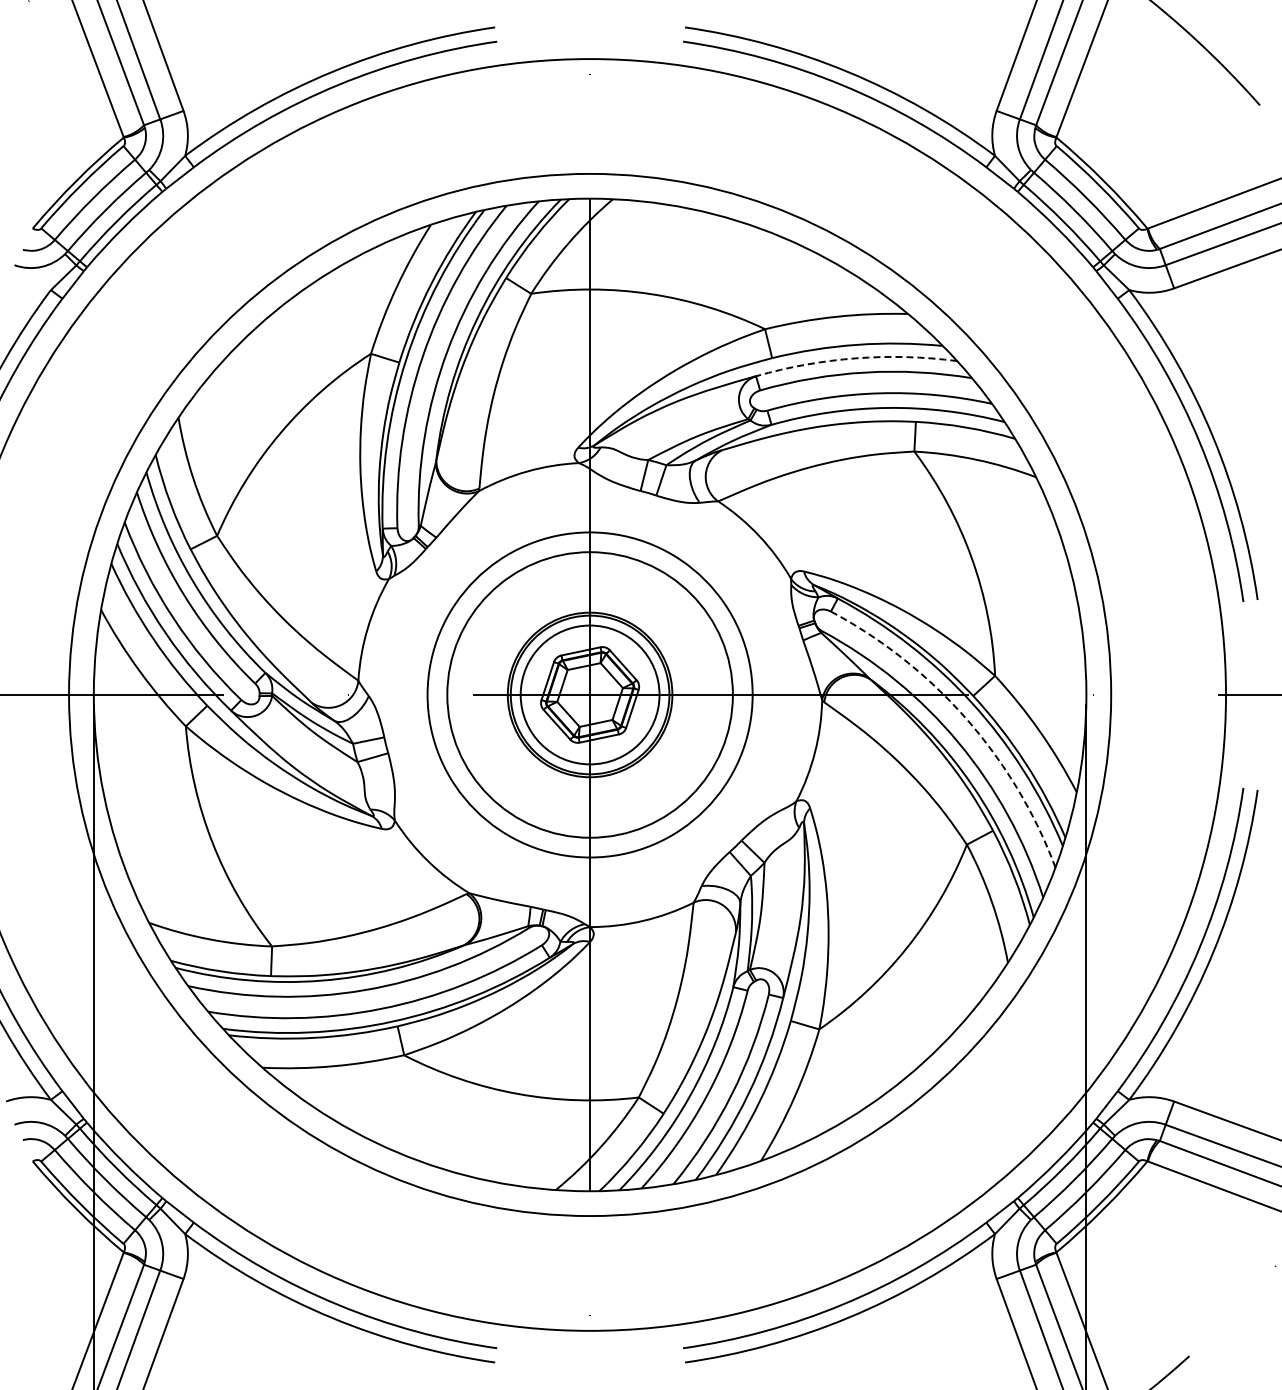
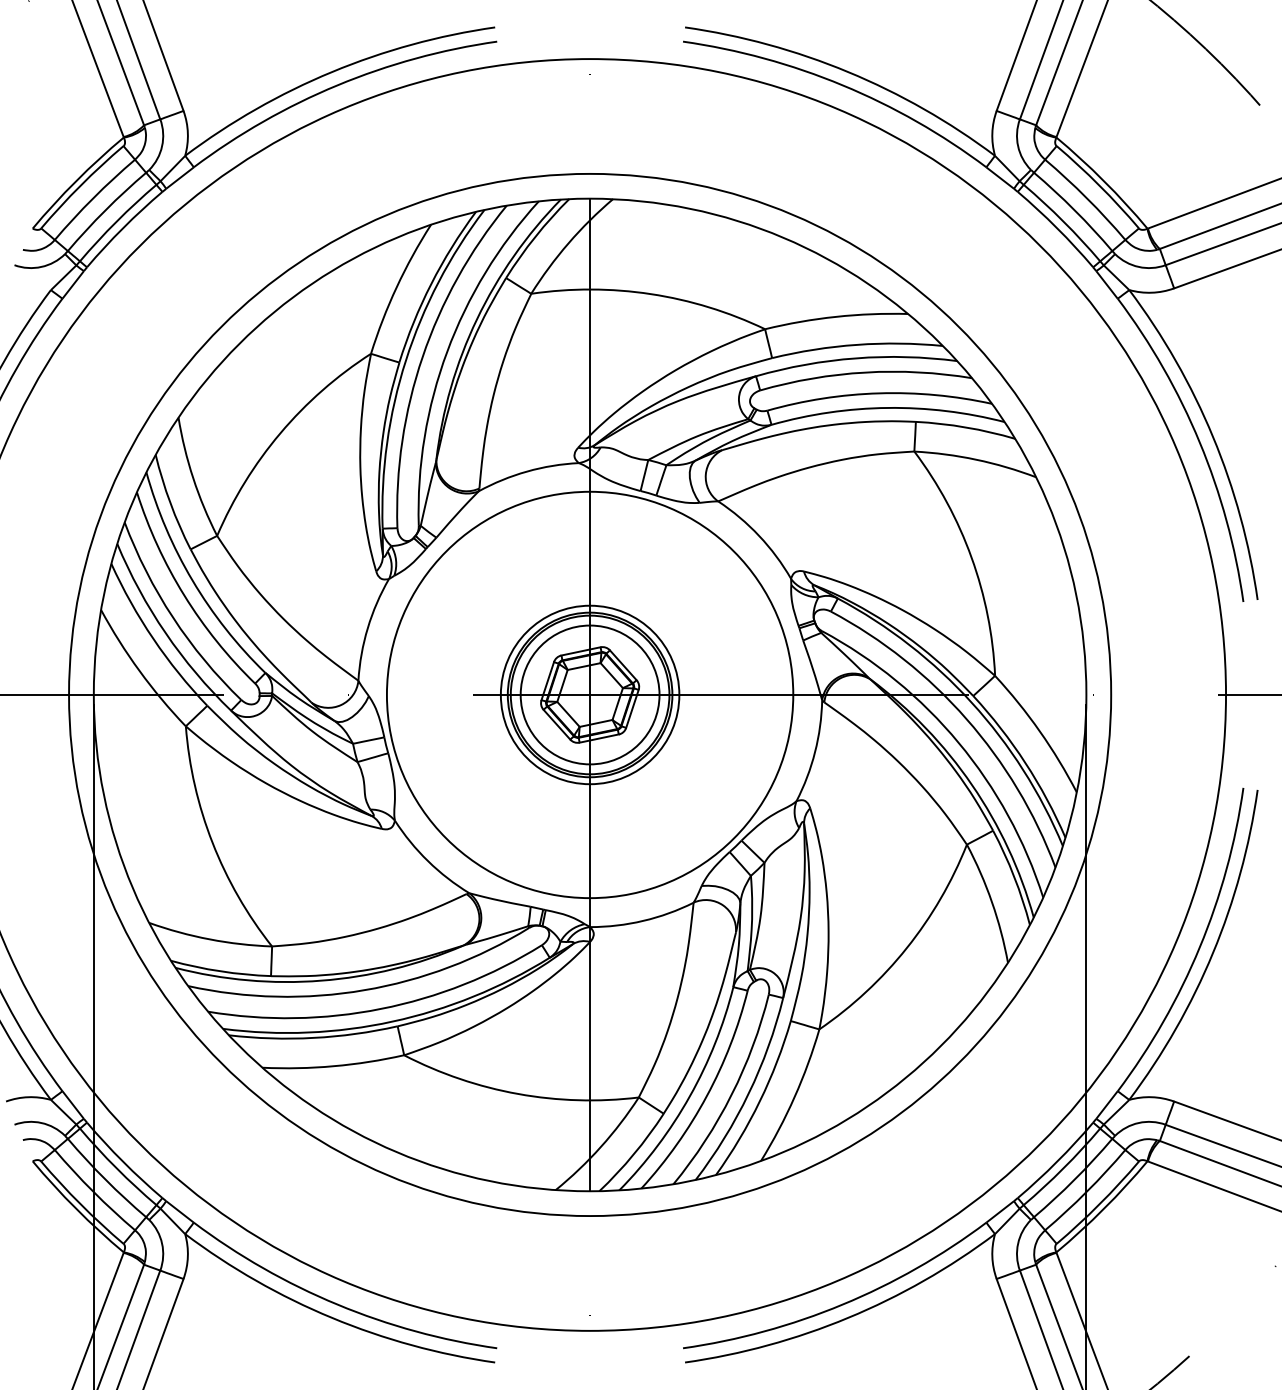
arc at (855, 358): dashed -> solid
circle at (589, 694) diameter: 286 px -> 178 px
circle at (589, 694) diameter: 325 px -> 406 px
arc at (966, 719): dashed -> solid
